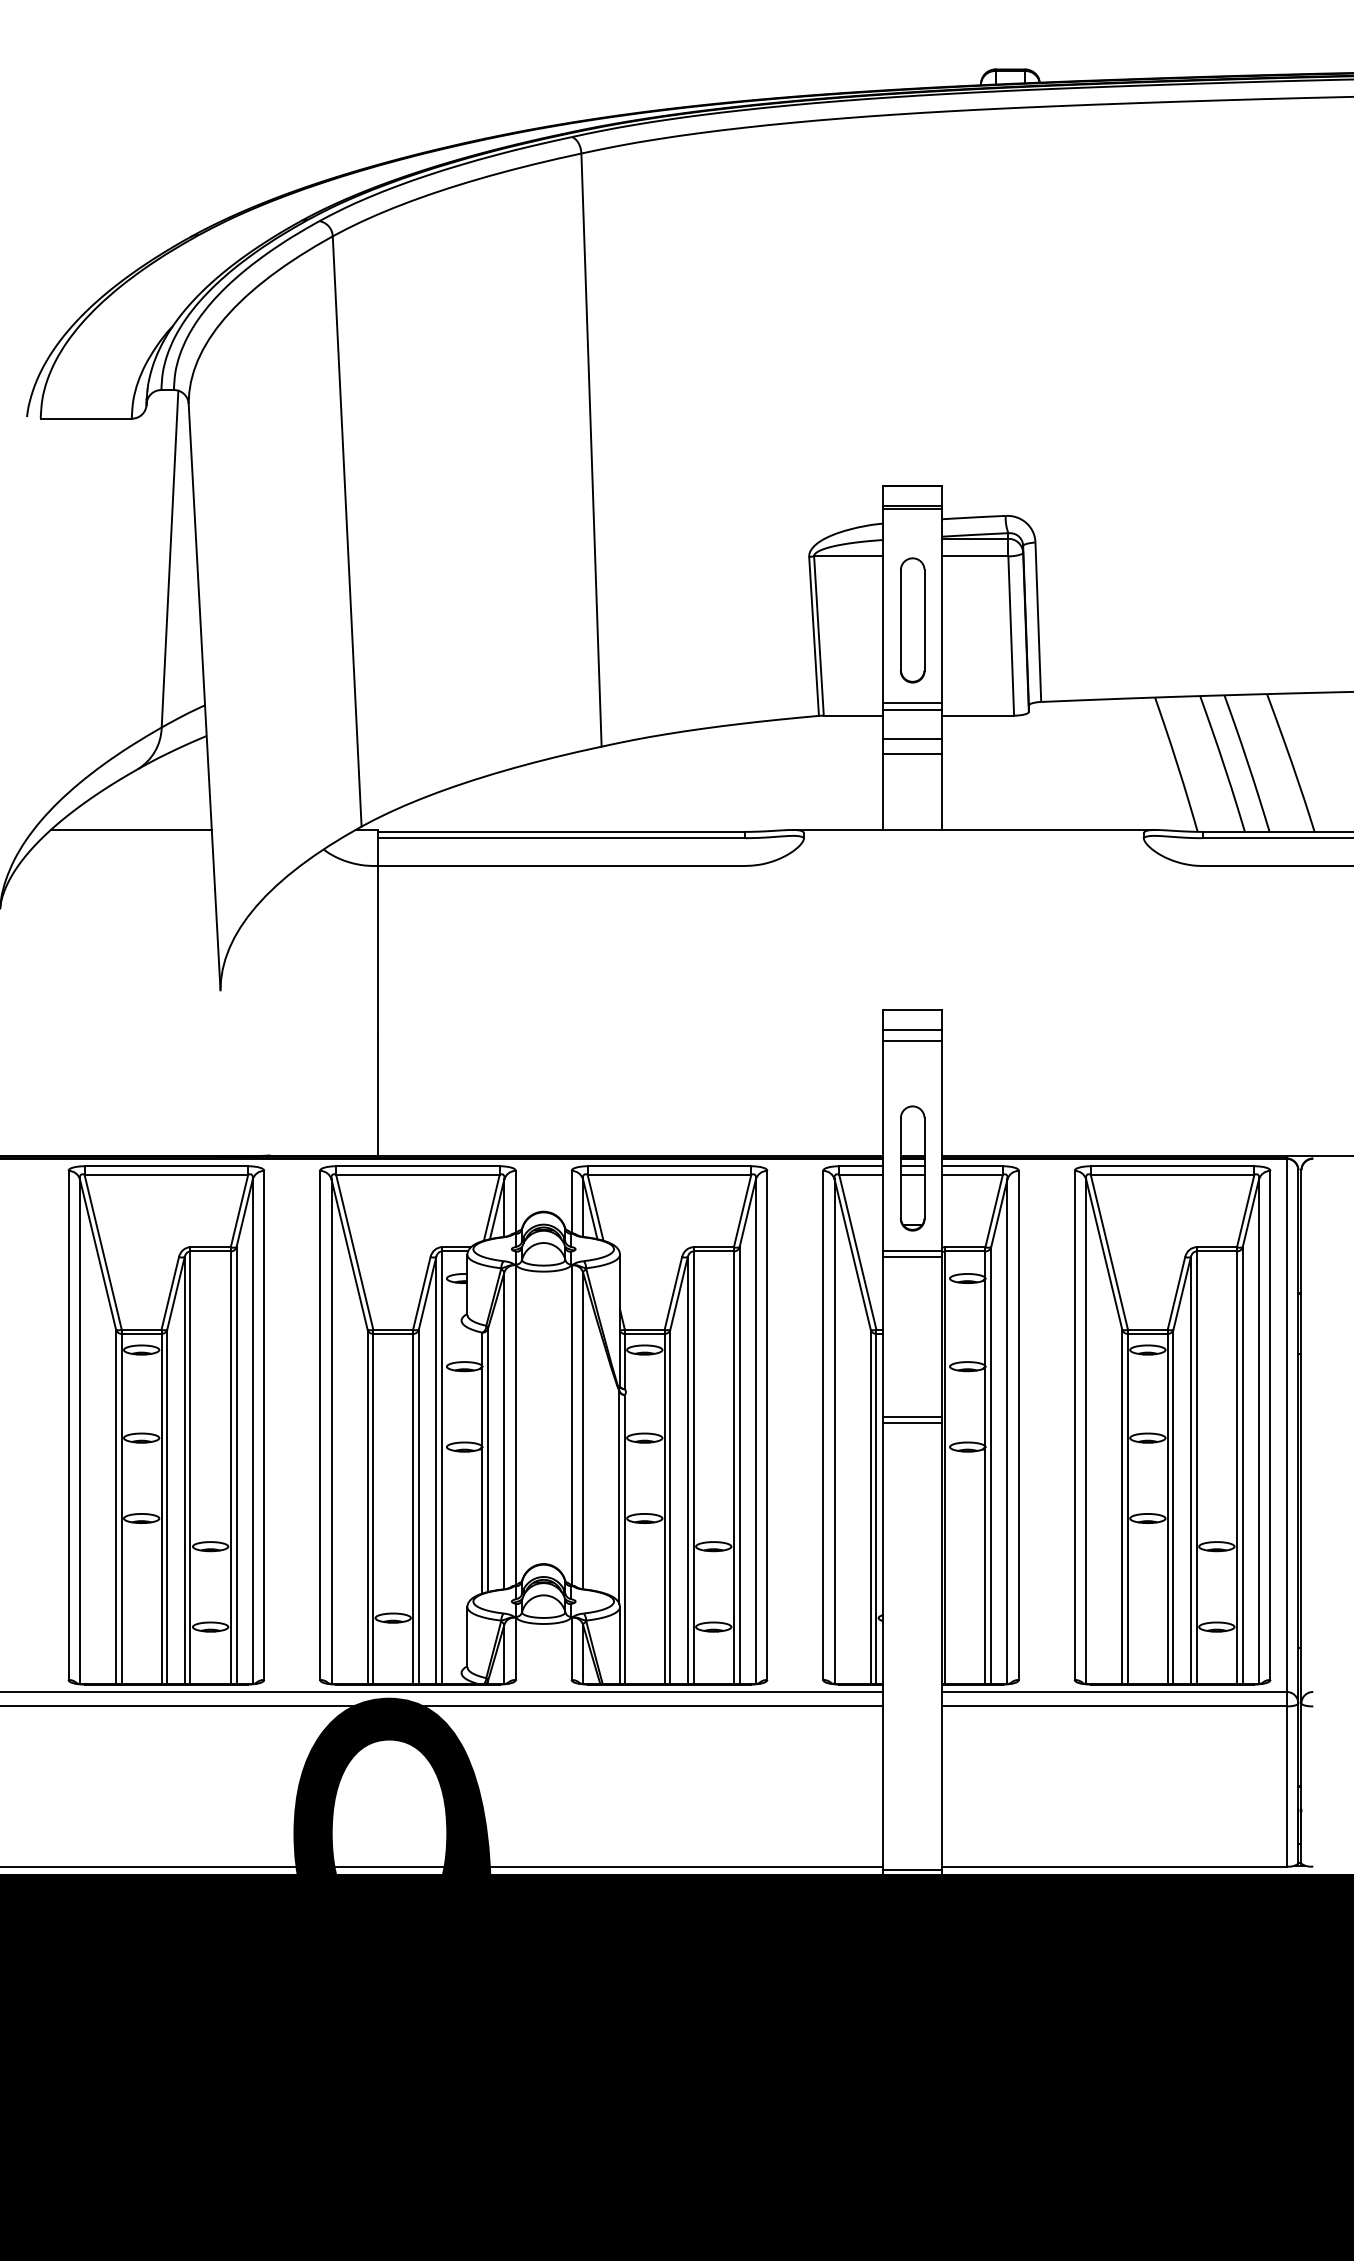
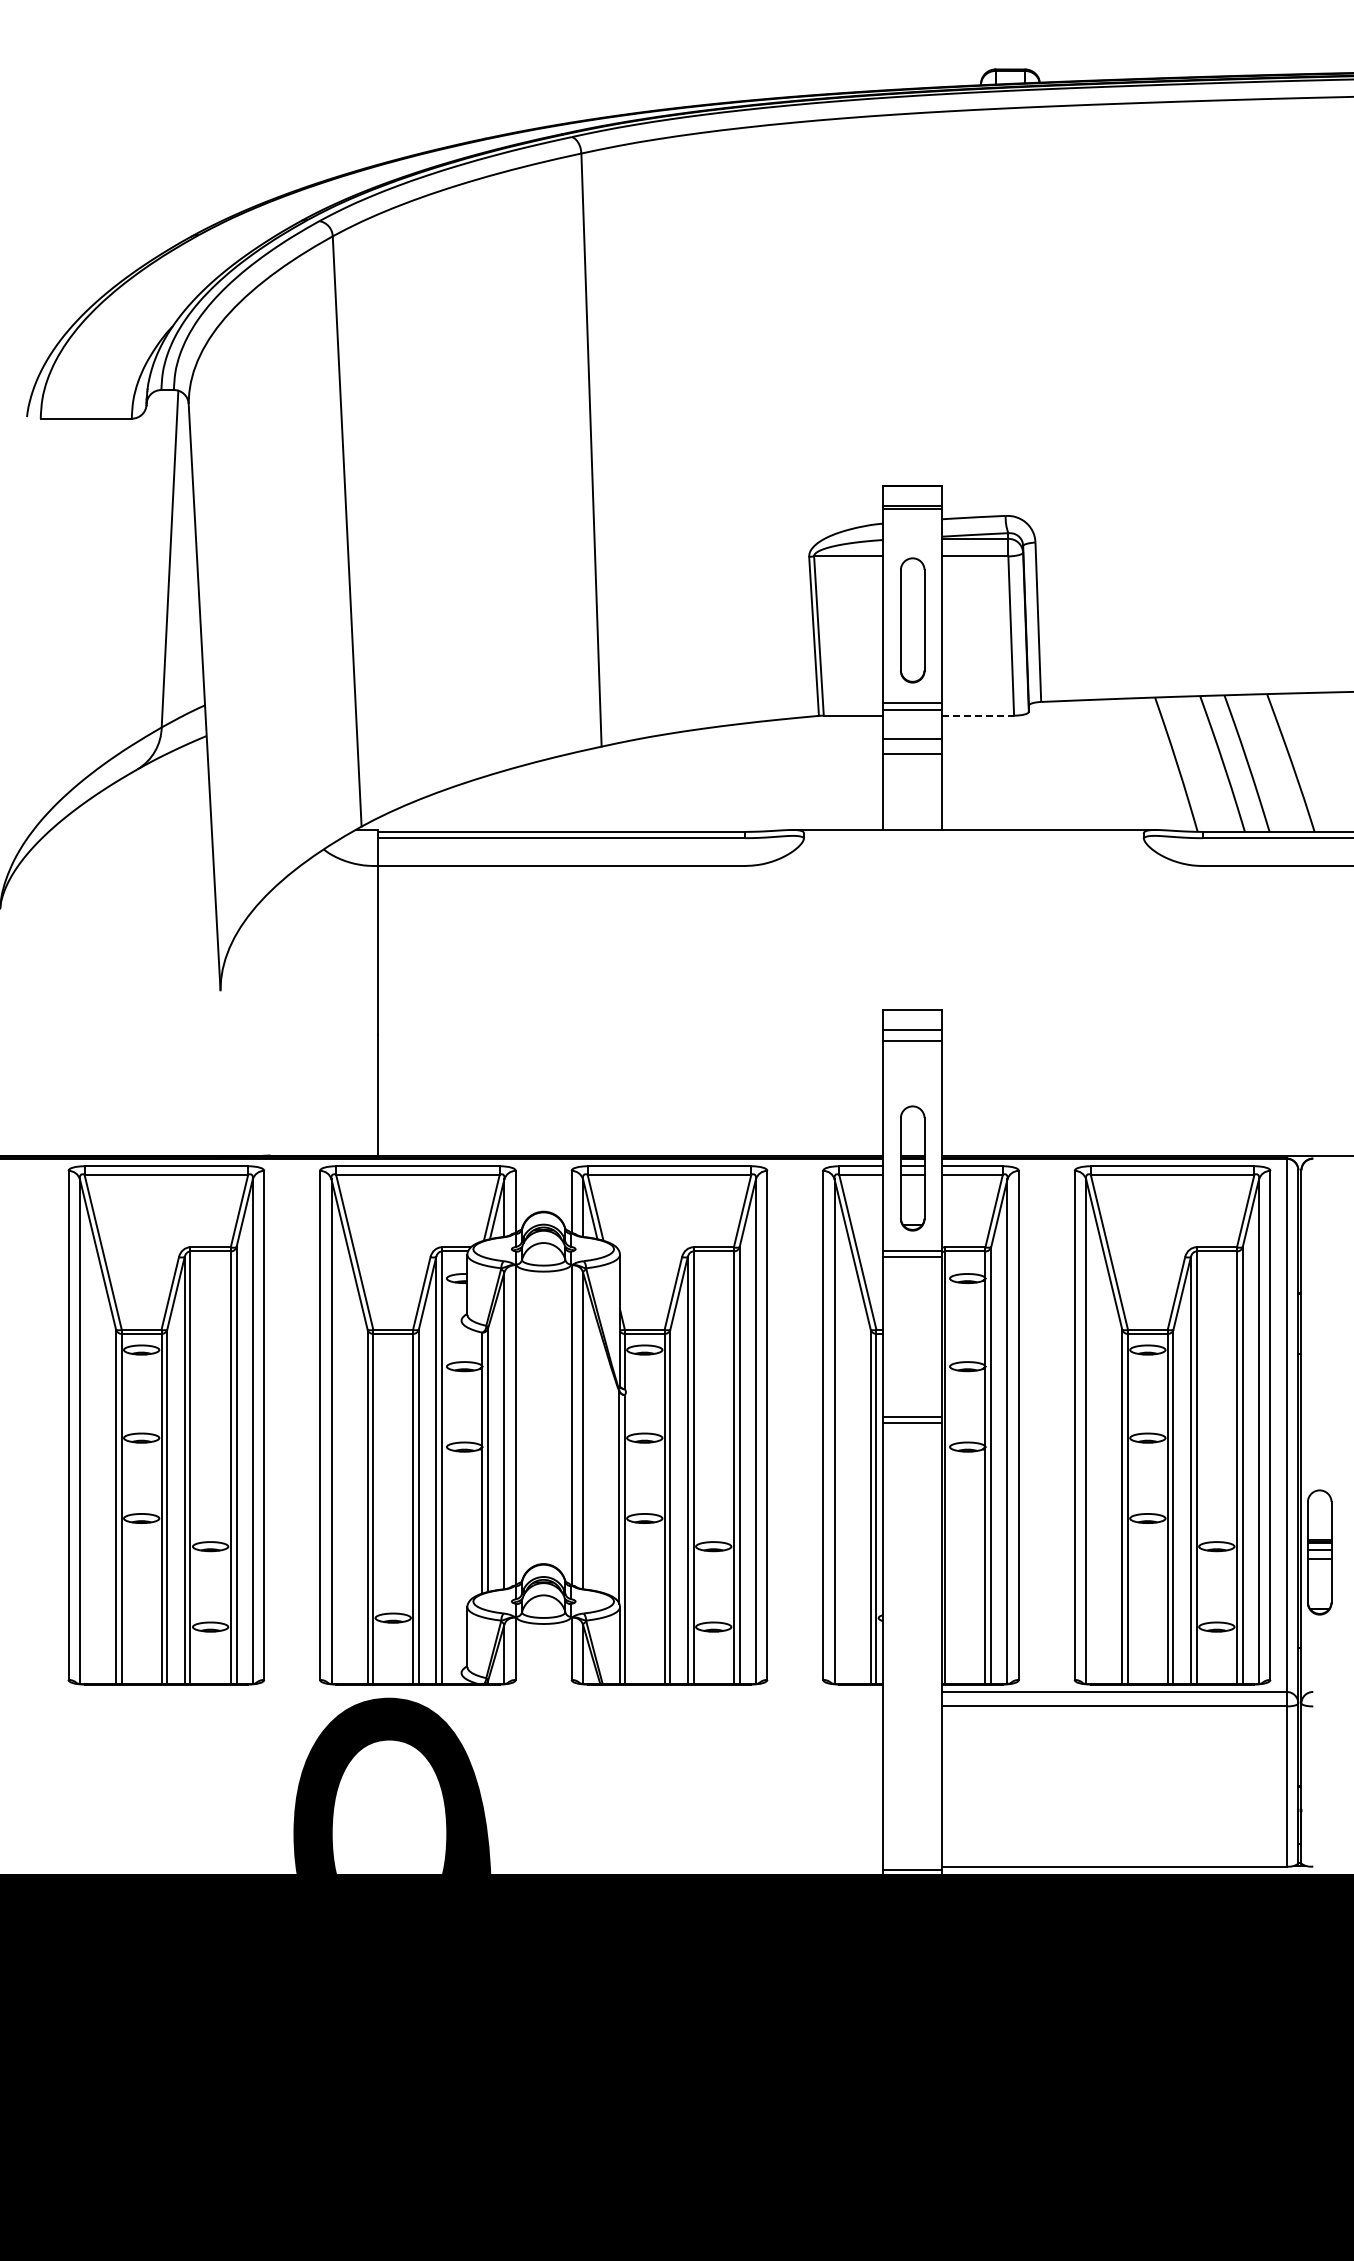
line at (978, 715): solid -> dashed
line at (130, 829): present -> none
part at (1319, 1552): none -> present
line at (442, 1691): present -> none
line at (442, 1706): present -> none
line at (442, 1866): present -> none
